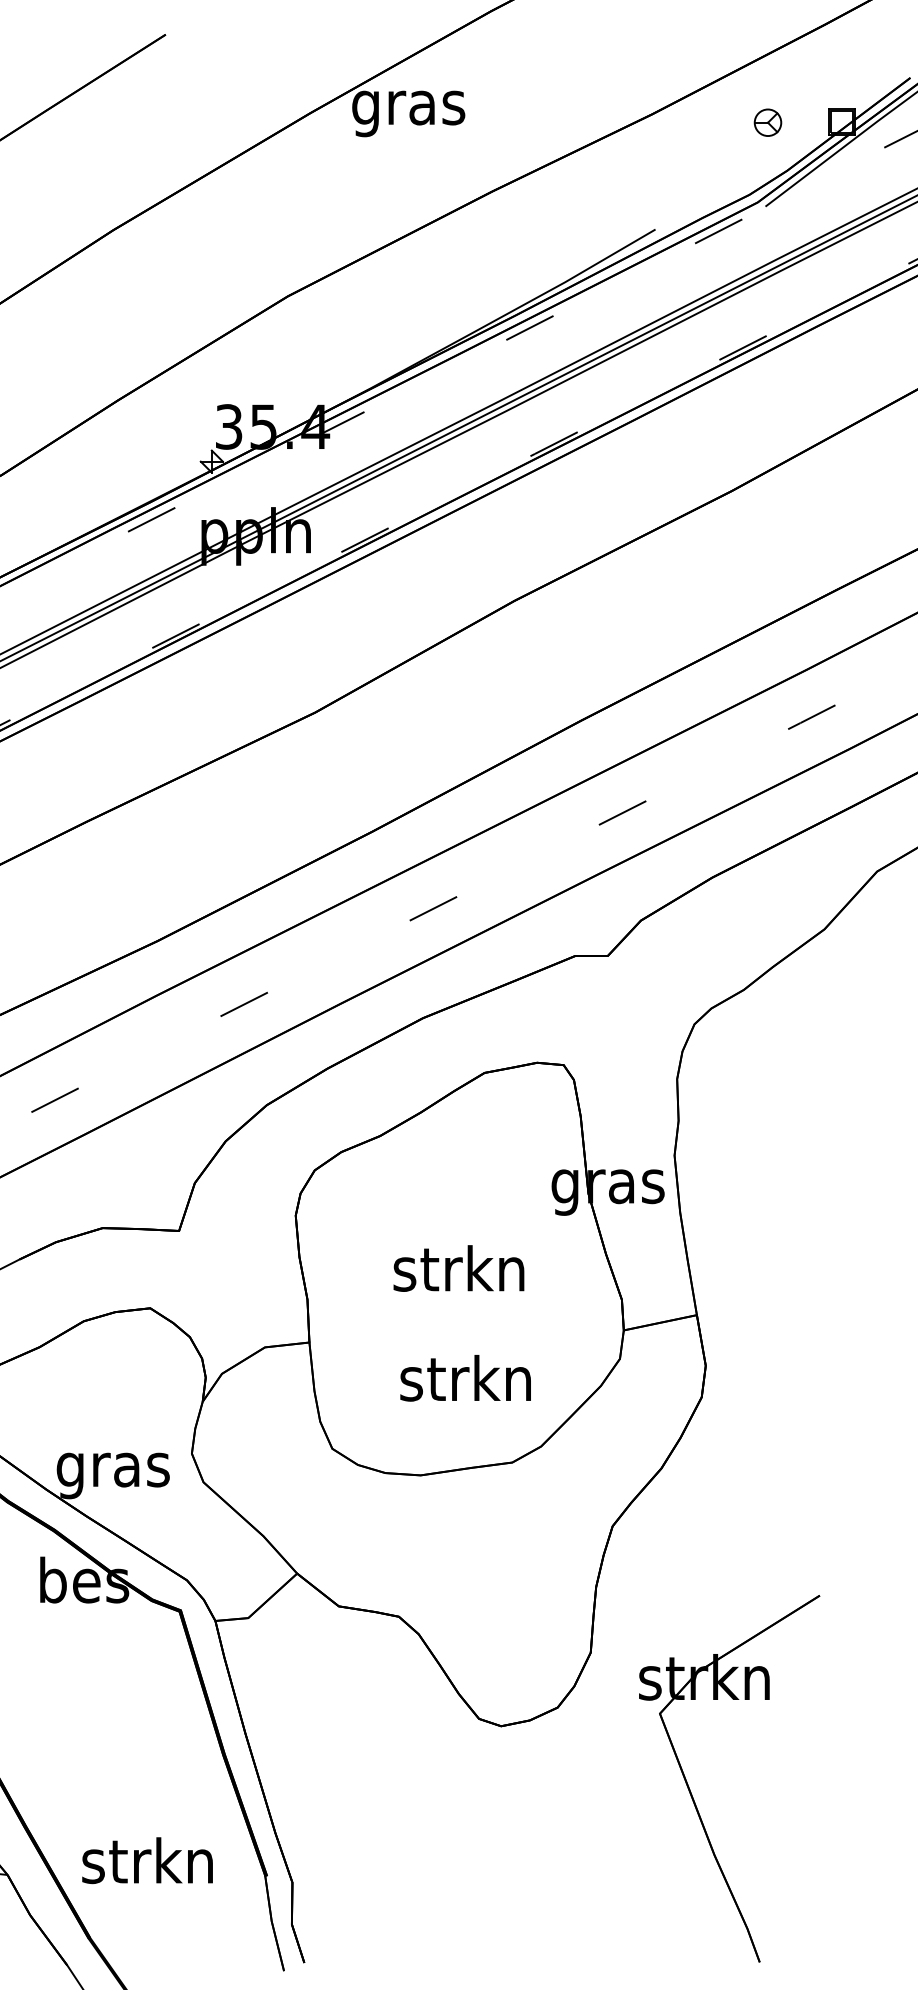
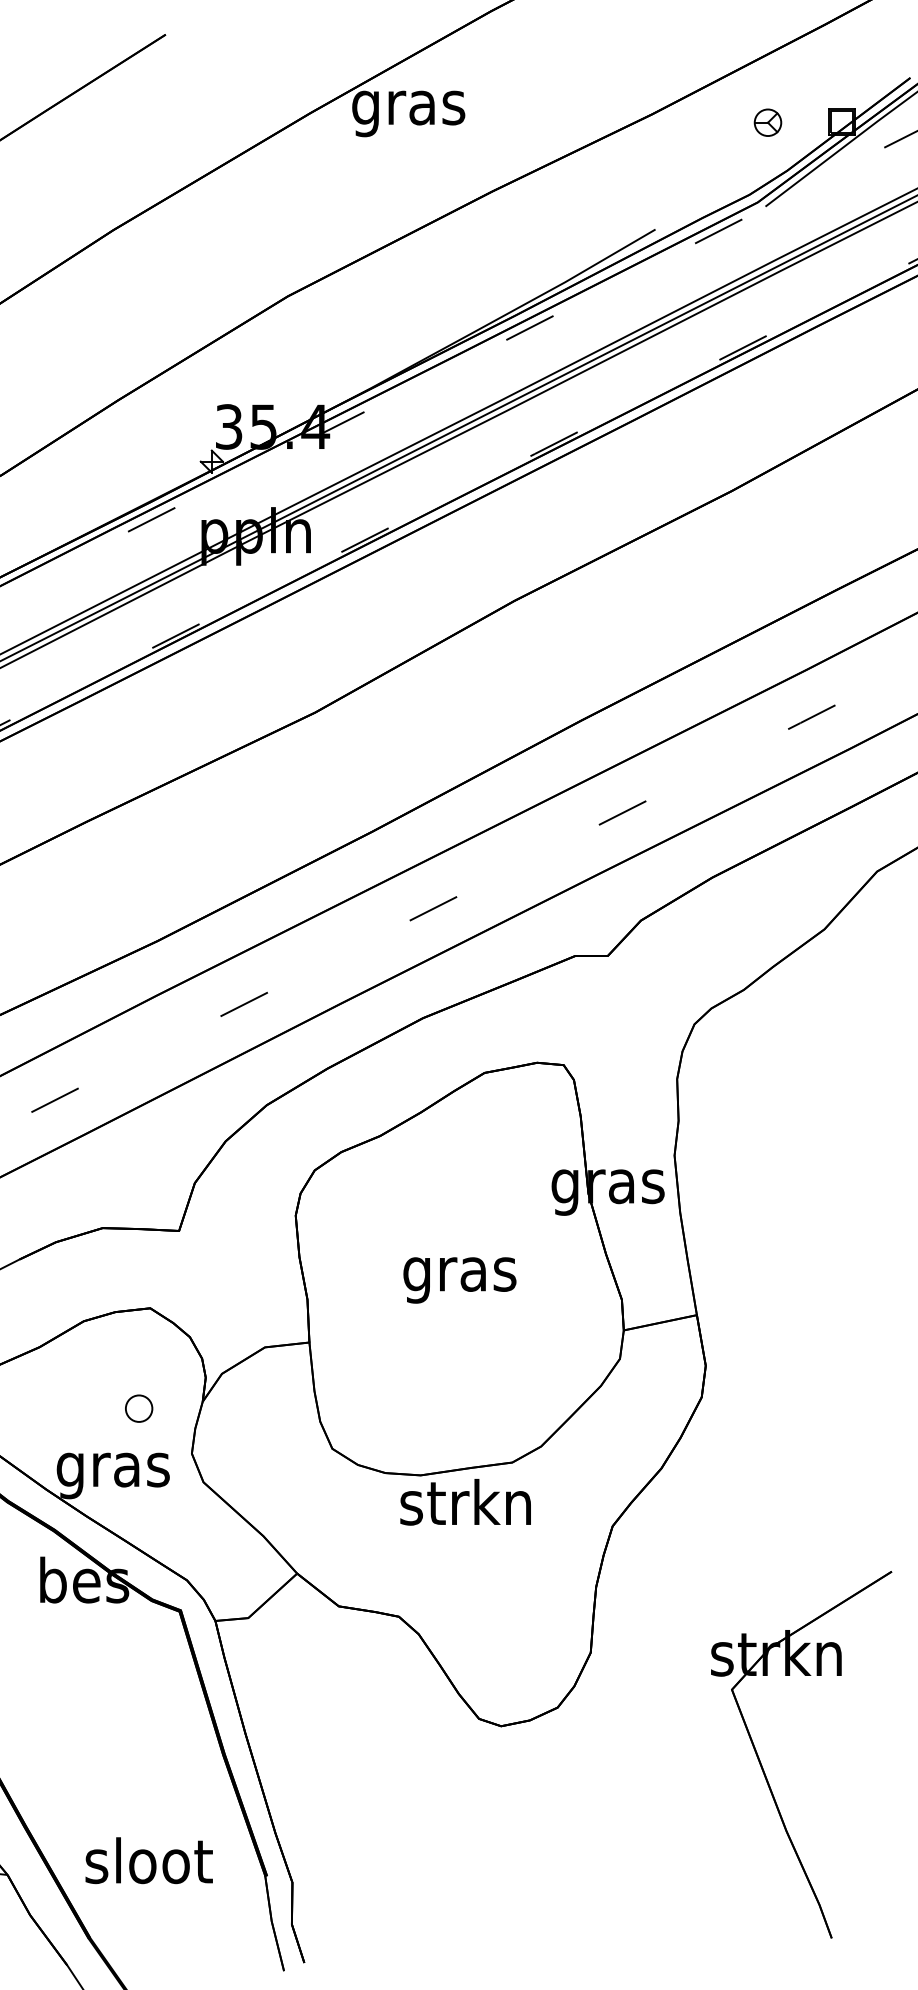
text at (458, 1274): strkn -> gras
text at (465, 1378) position: (465, 1378) -> (465, 1502)
part at (139, 1408): none -> present
part at (692, 1794) position: (692, 1794) -> (764, 1770)
text at (147, 1860): strkn -> sloot
